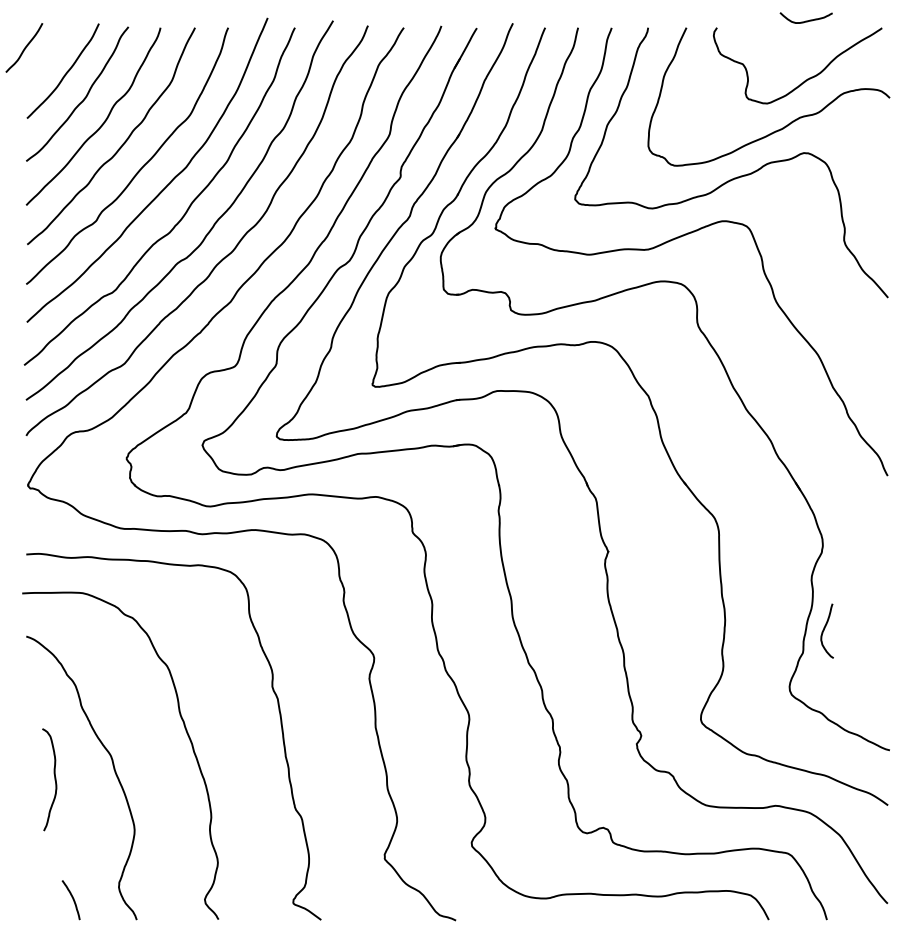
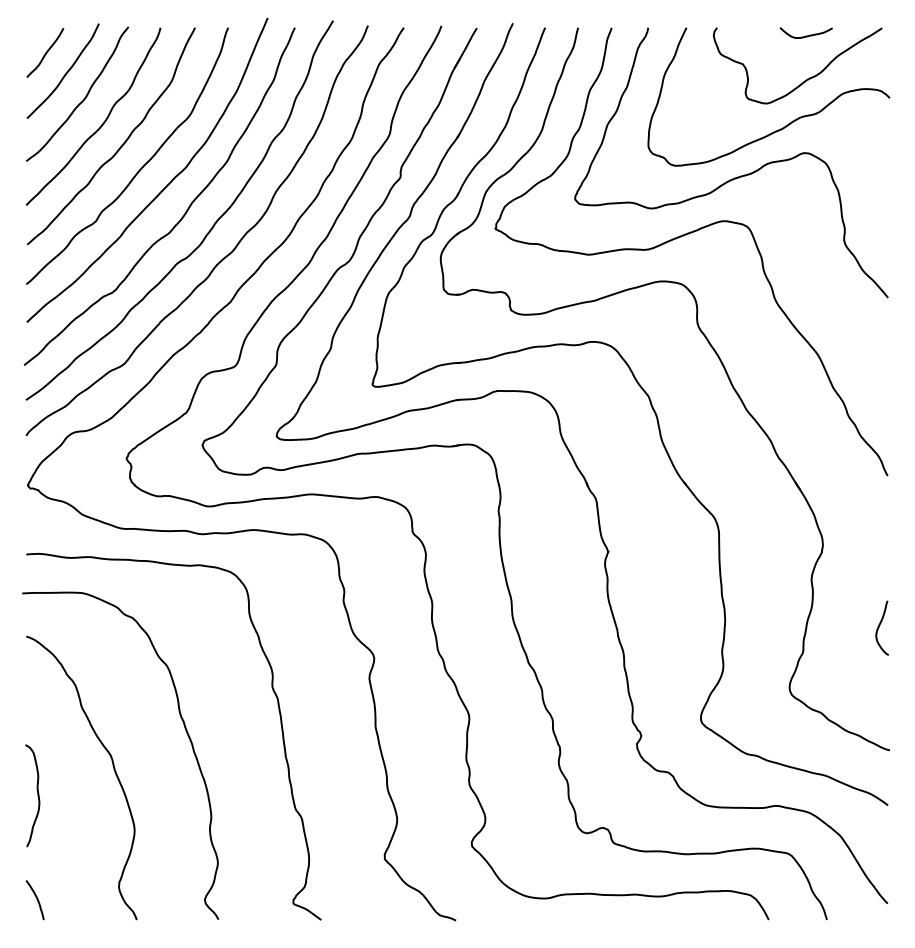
curve at (805, 20) position: (805, 20) -> (805, 35)
curve at (24, 47) position: (24, 47) -> (45, 52)
curve at (824, 630) position: (824, 630) -> (879, 627)
curve at (54, 779) position: (54, 779) -> (37, 795)
curve at (72, 899) position: (72, 899) -> (36, 899)
